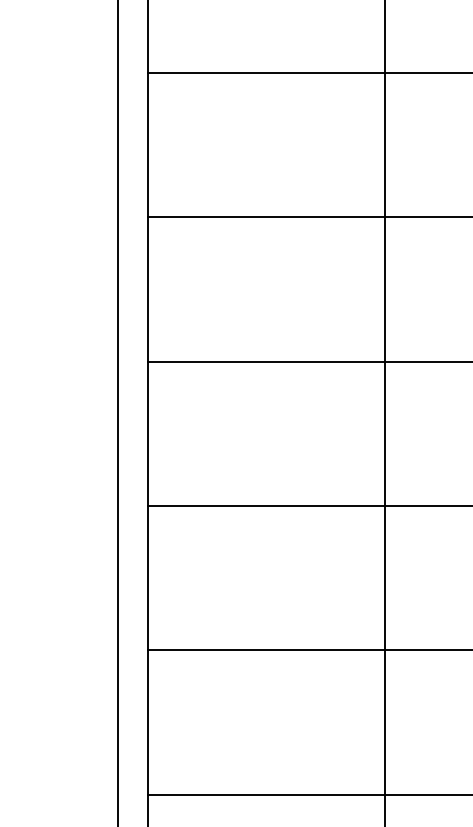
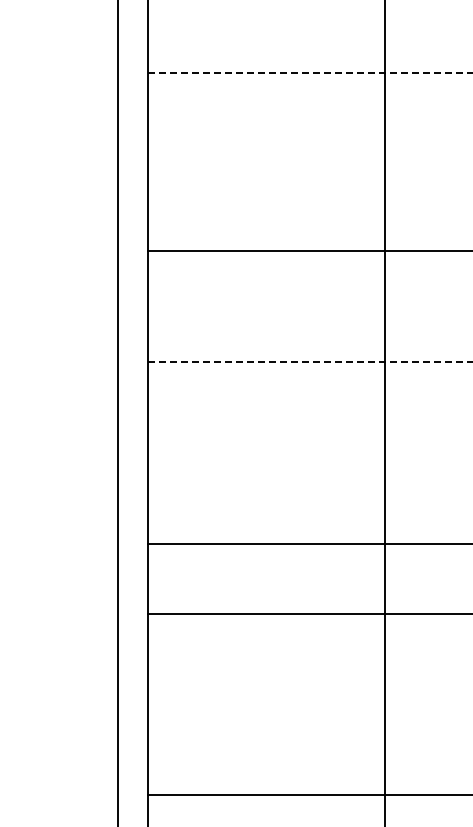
line at (309, 72): solid -> dashed
line at (308, 217) position: (308, 217) -> (308, 251)
line at (309, 361): solid -> dashed
line at (308, 506) position: (308, 506) -> (308, 544)
line at (308, 650) position: (308, 650) -> (308, 614)
